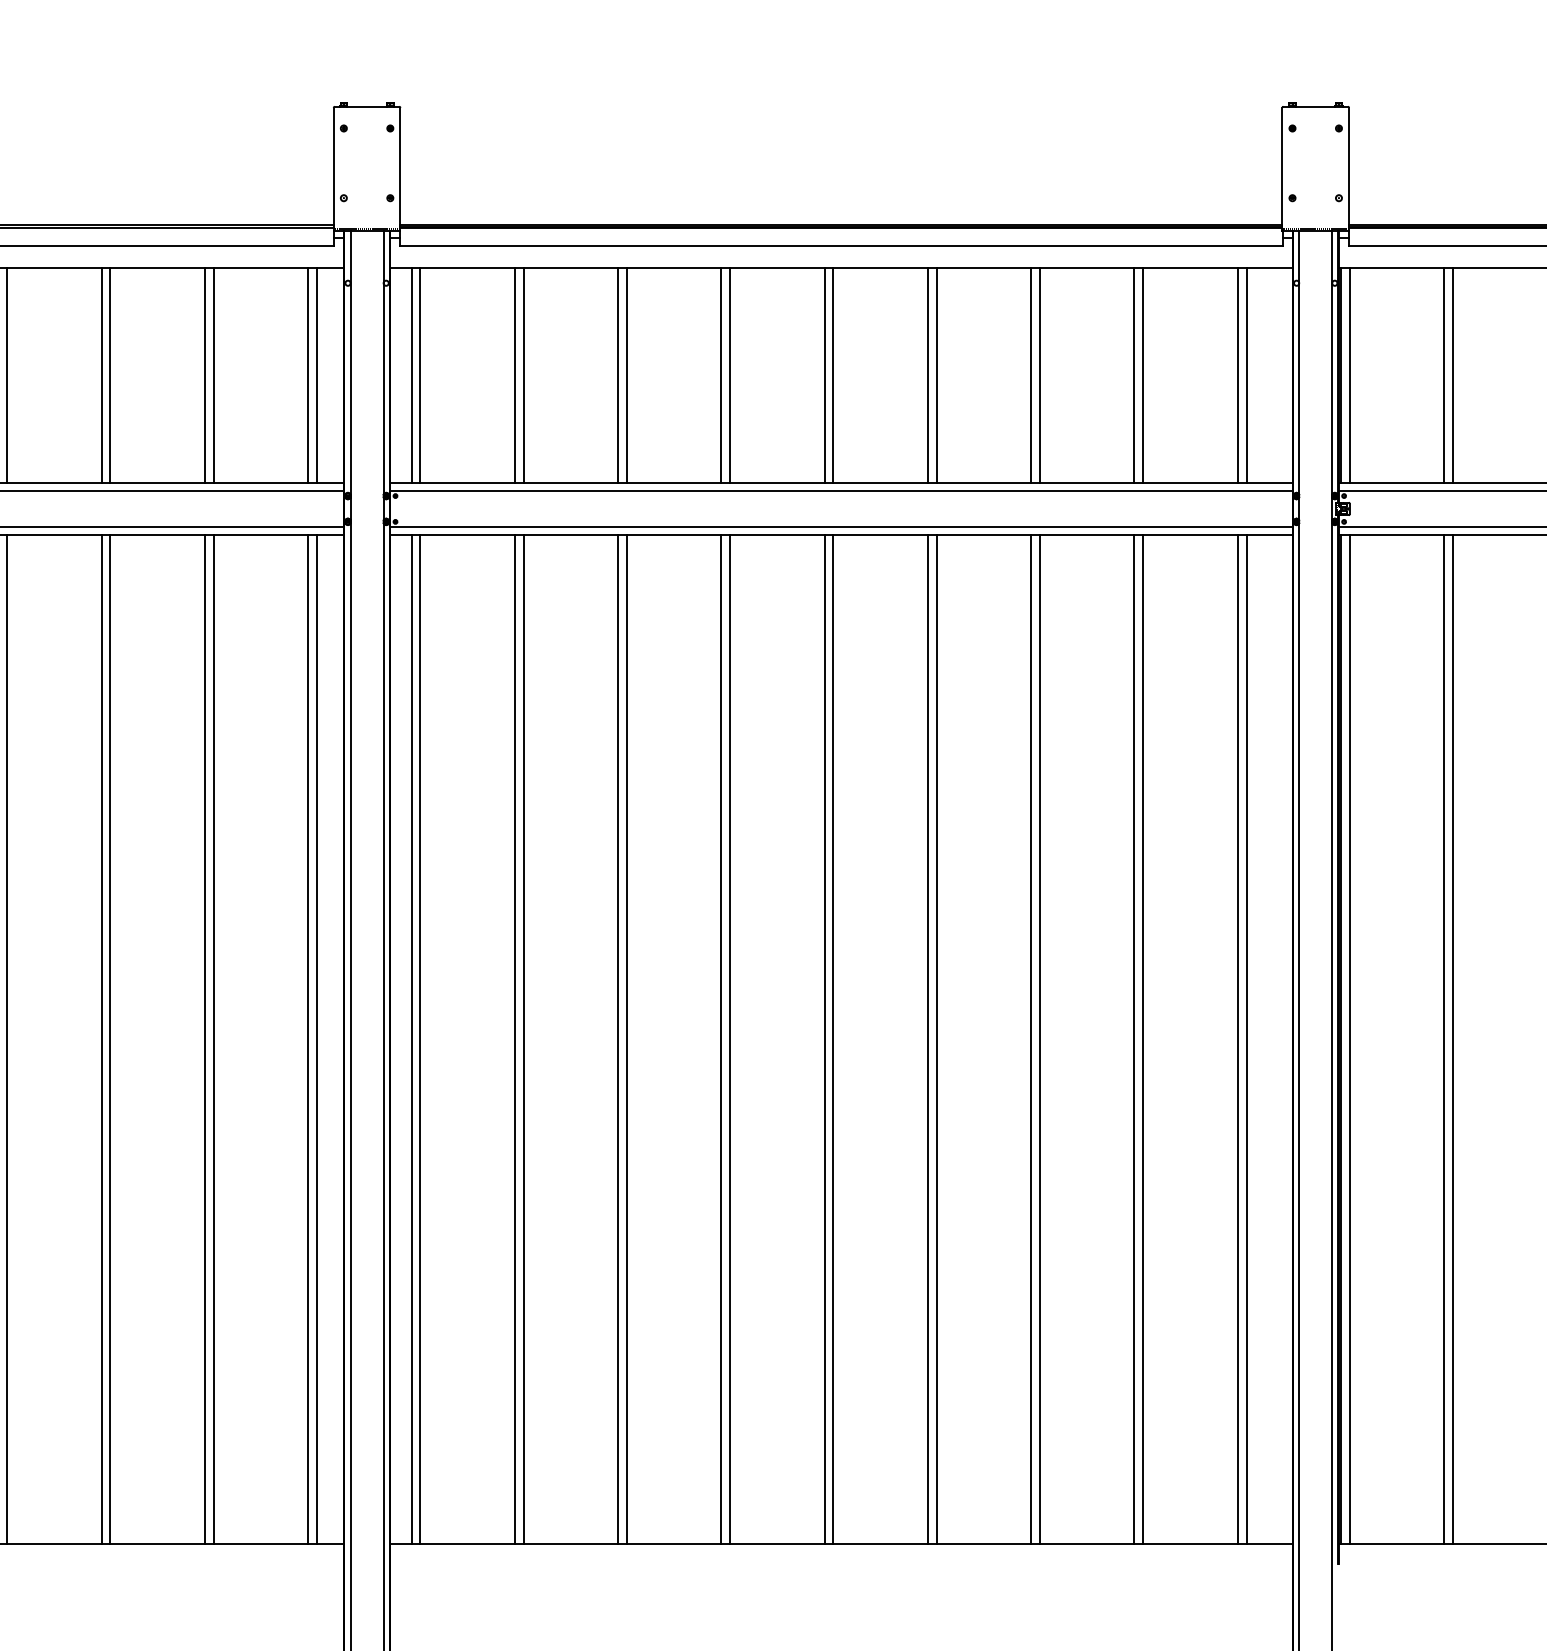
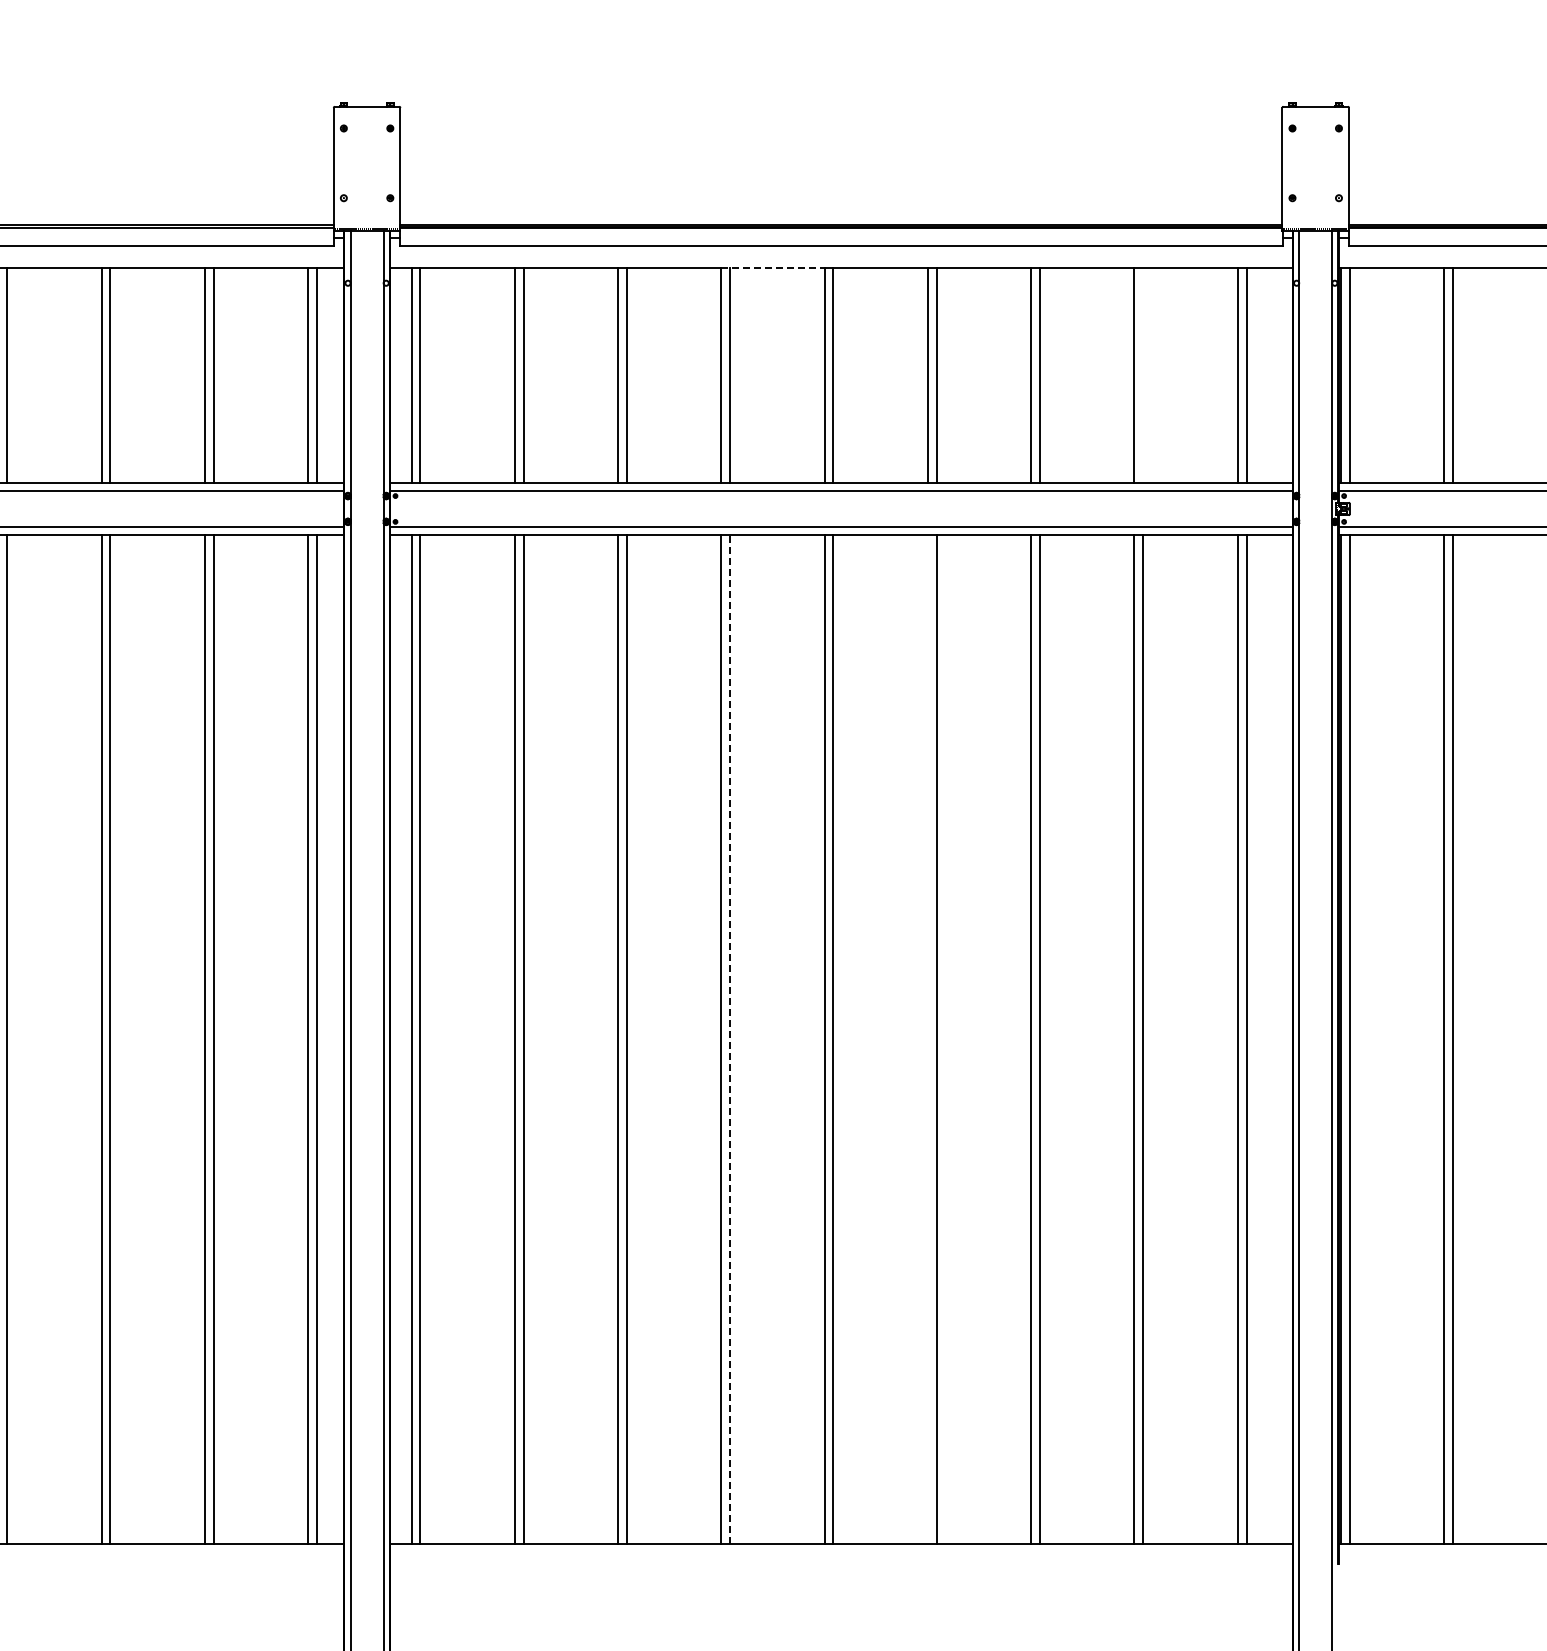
line at (773, 267): solid -> dashed
line at (1143, 375): present -> none
line at (927, 1038): present -> none
line at (730, 1039): solid -> dashed
